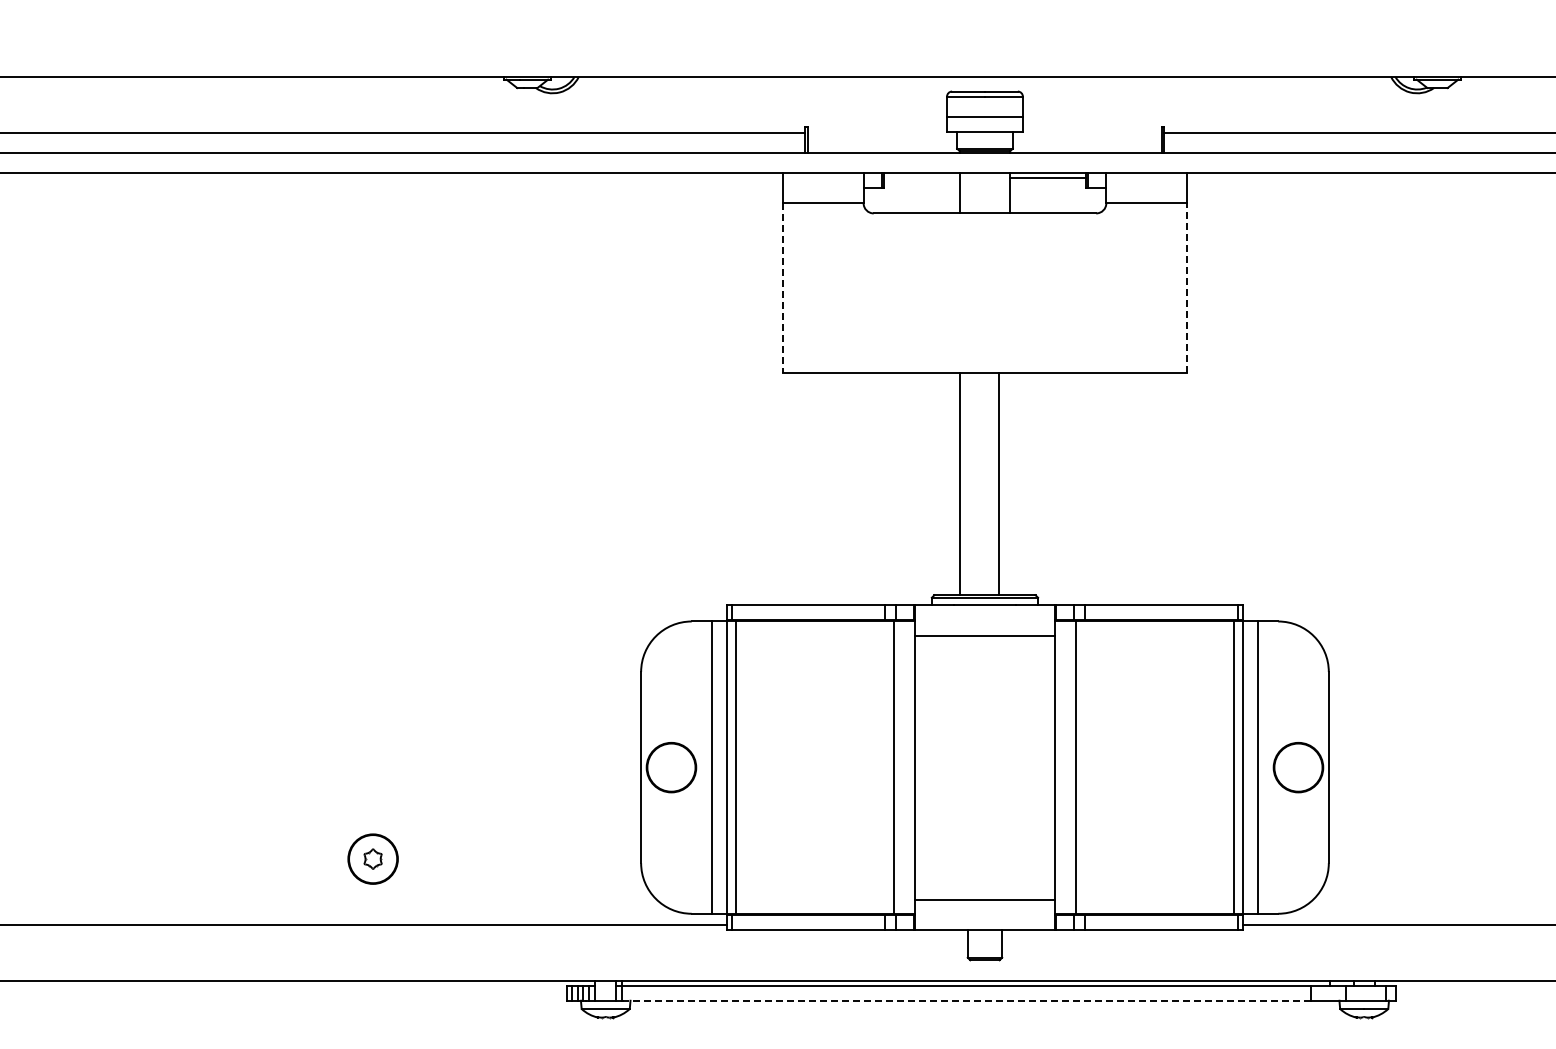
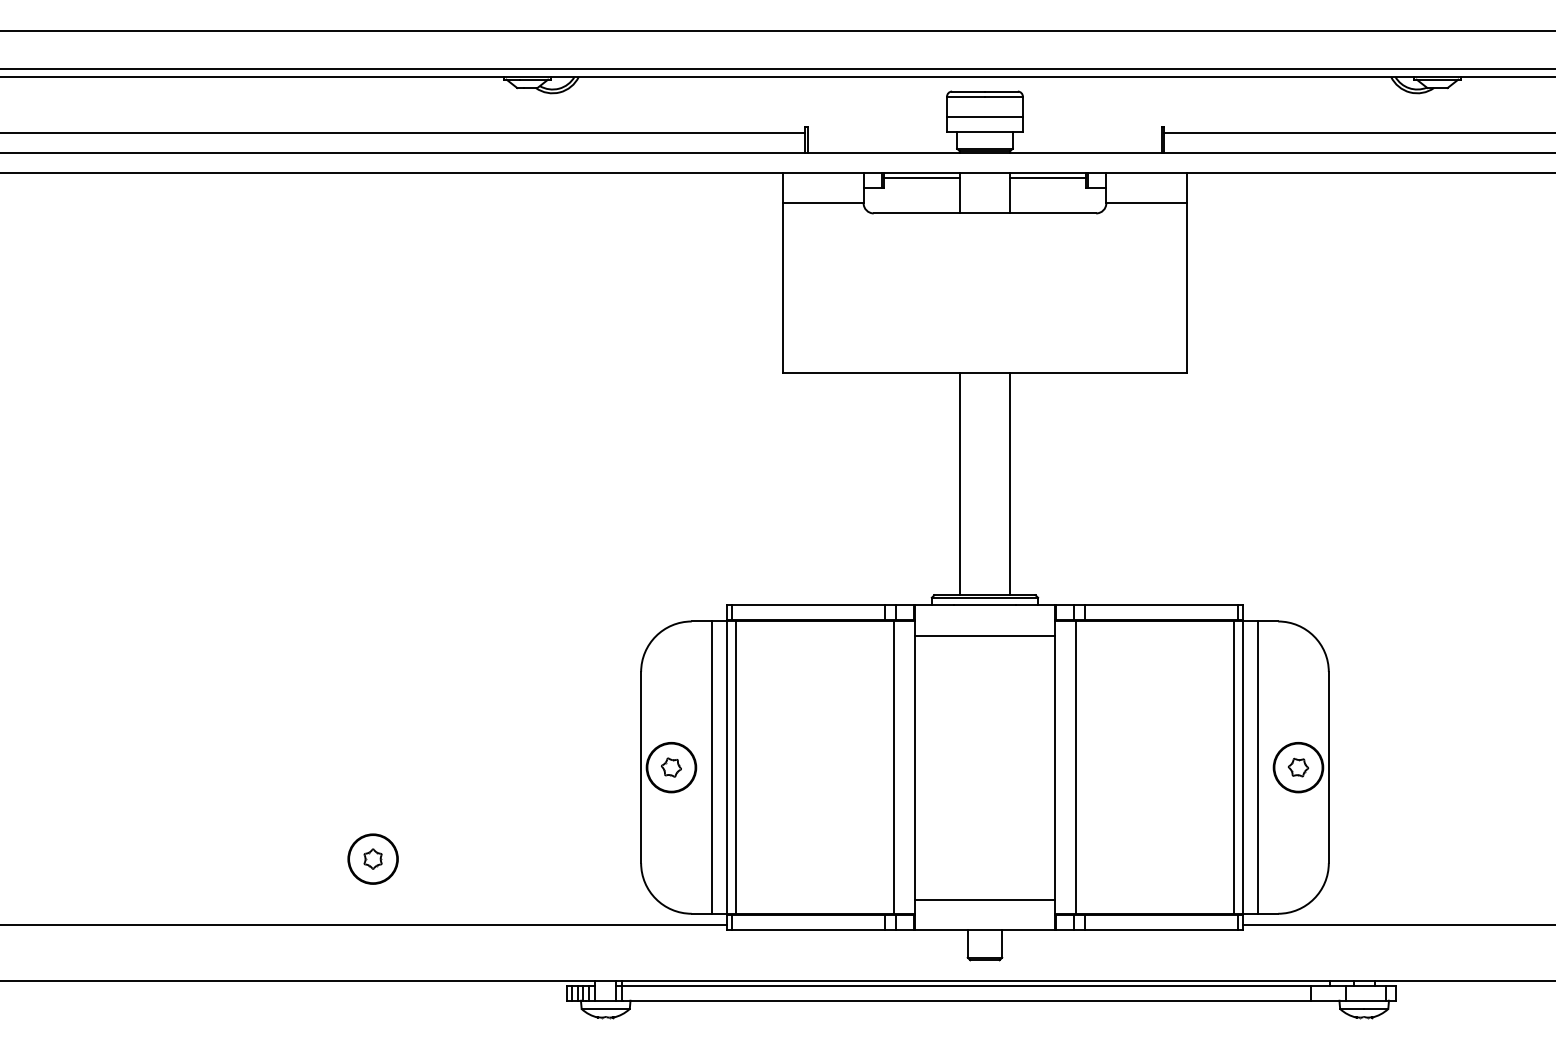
line at (777, 31): none -> present
line at (777, 69): none -> present
line at (921, 178): none -> present
line at (782, 288): dashed -> solid
line at (1187, 288): dashed -> solid
line at (999, 483) position: (999, 483) -> (1010, 483)
part at (671, 767): none -> present
part at (1298, 767): none -> present
line at (966, 1000): dashed -> solid
